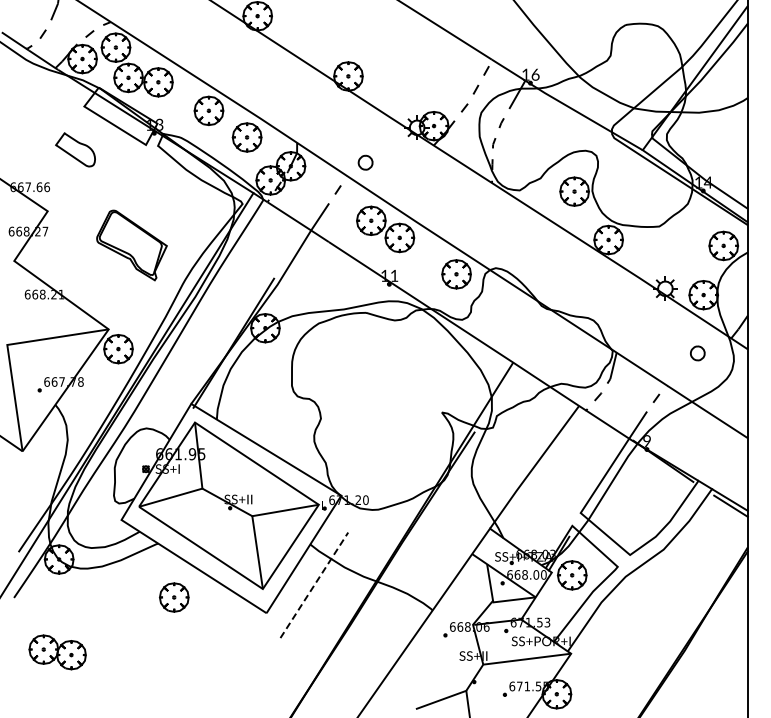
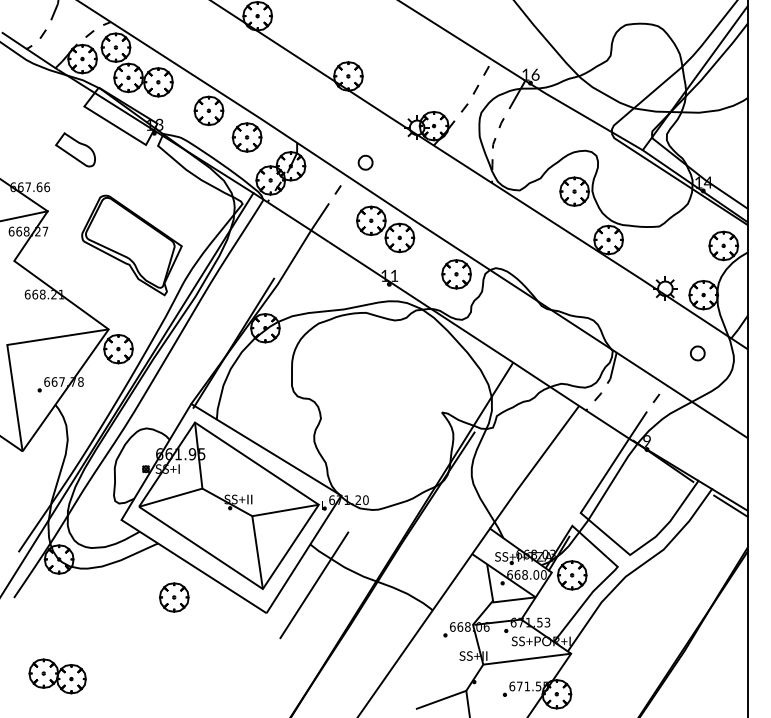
line at (24, 215): none -> present
part at (131, 245) size: 72x73 px -> 102x103 px
line at (314, 585): dashed -> solid
part at (57, 652) position: (57, 652) -> (57, 676)
